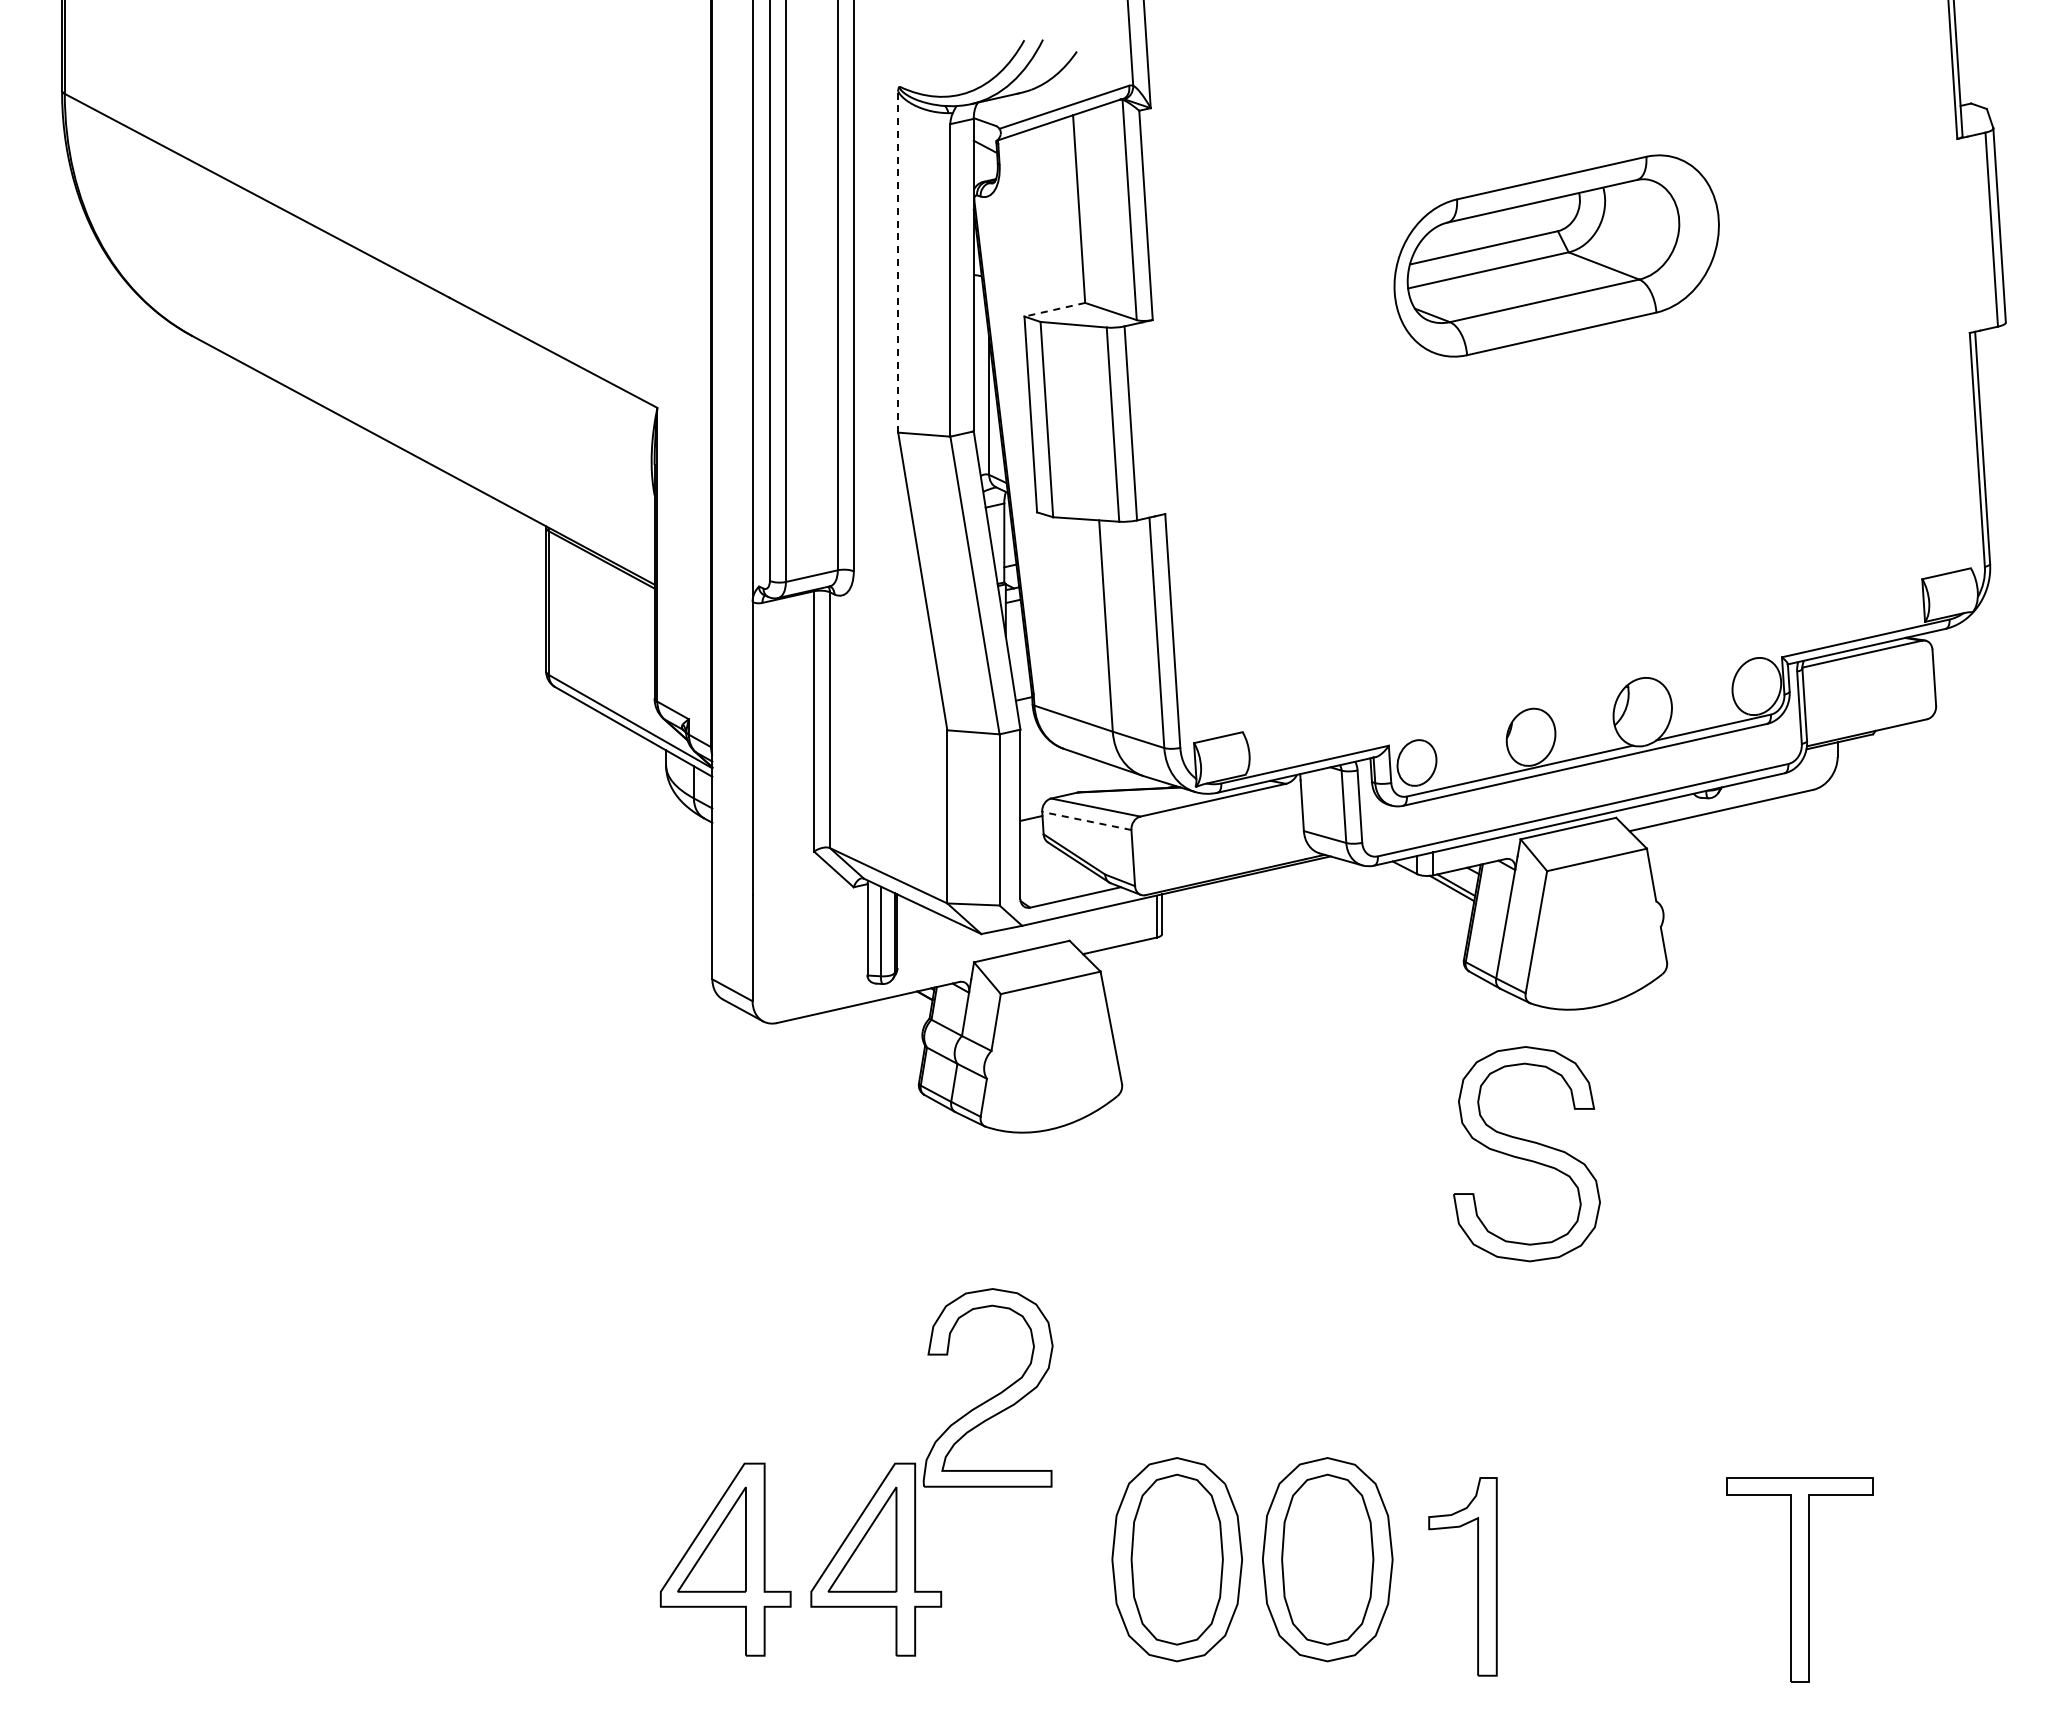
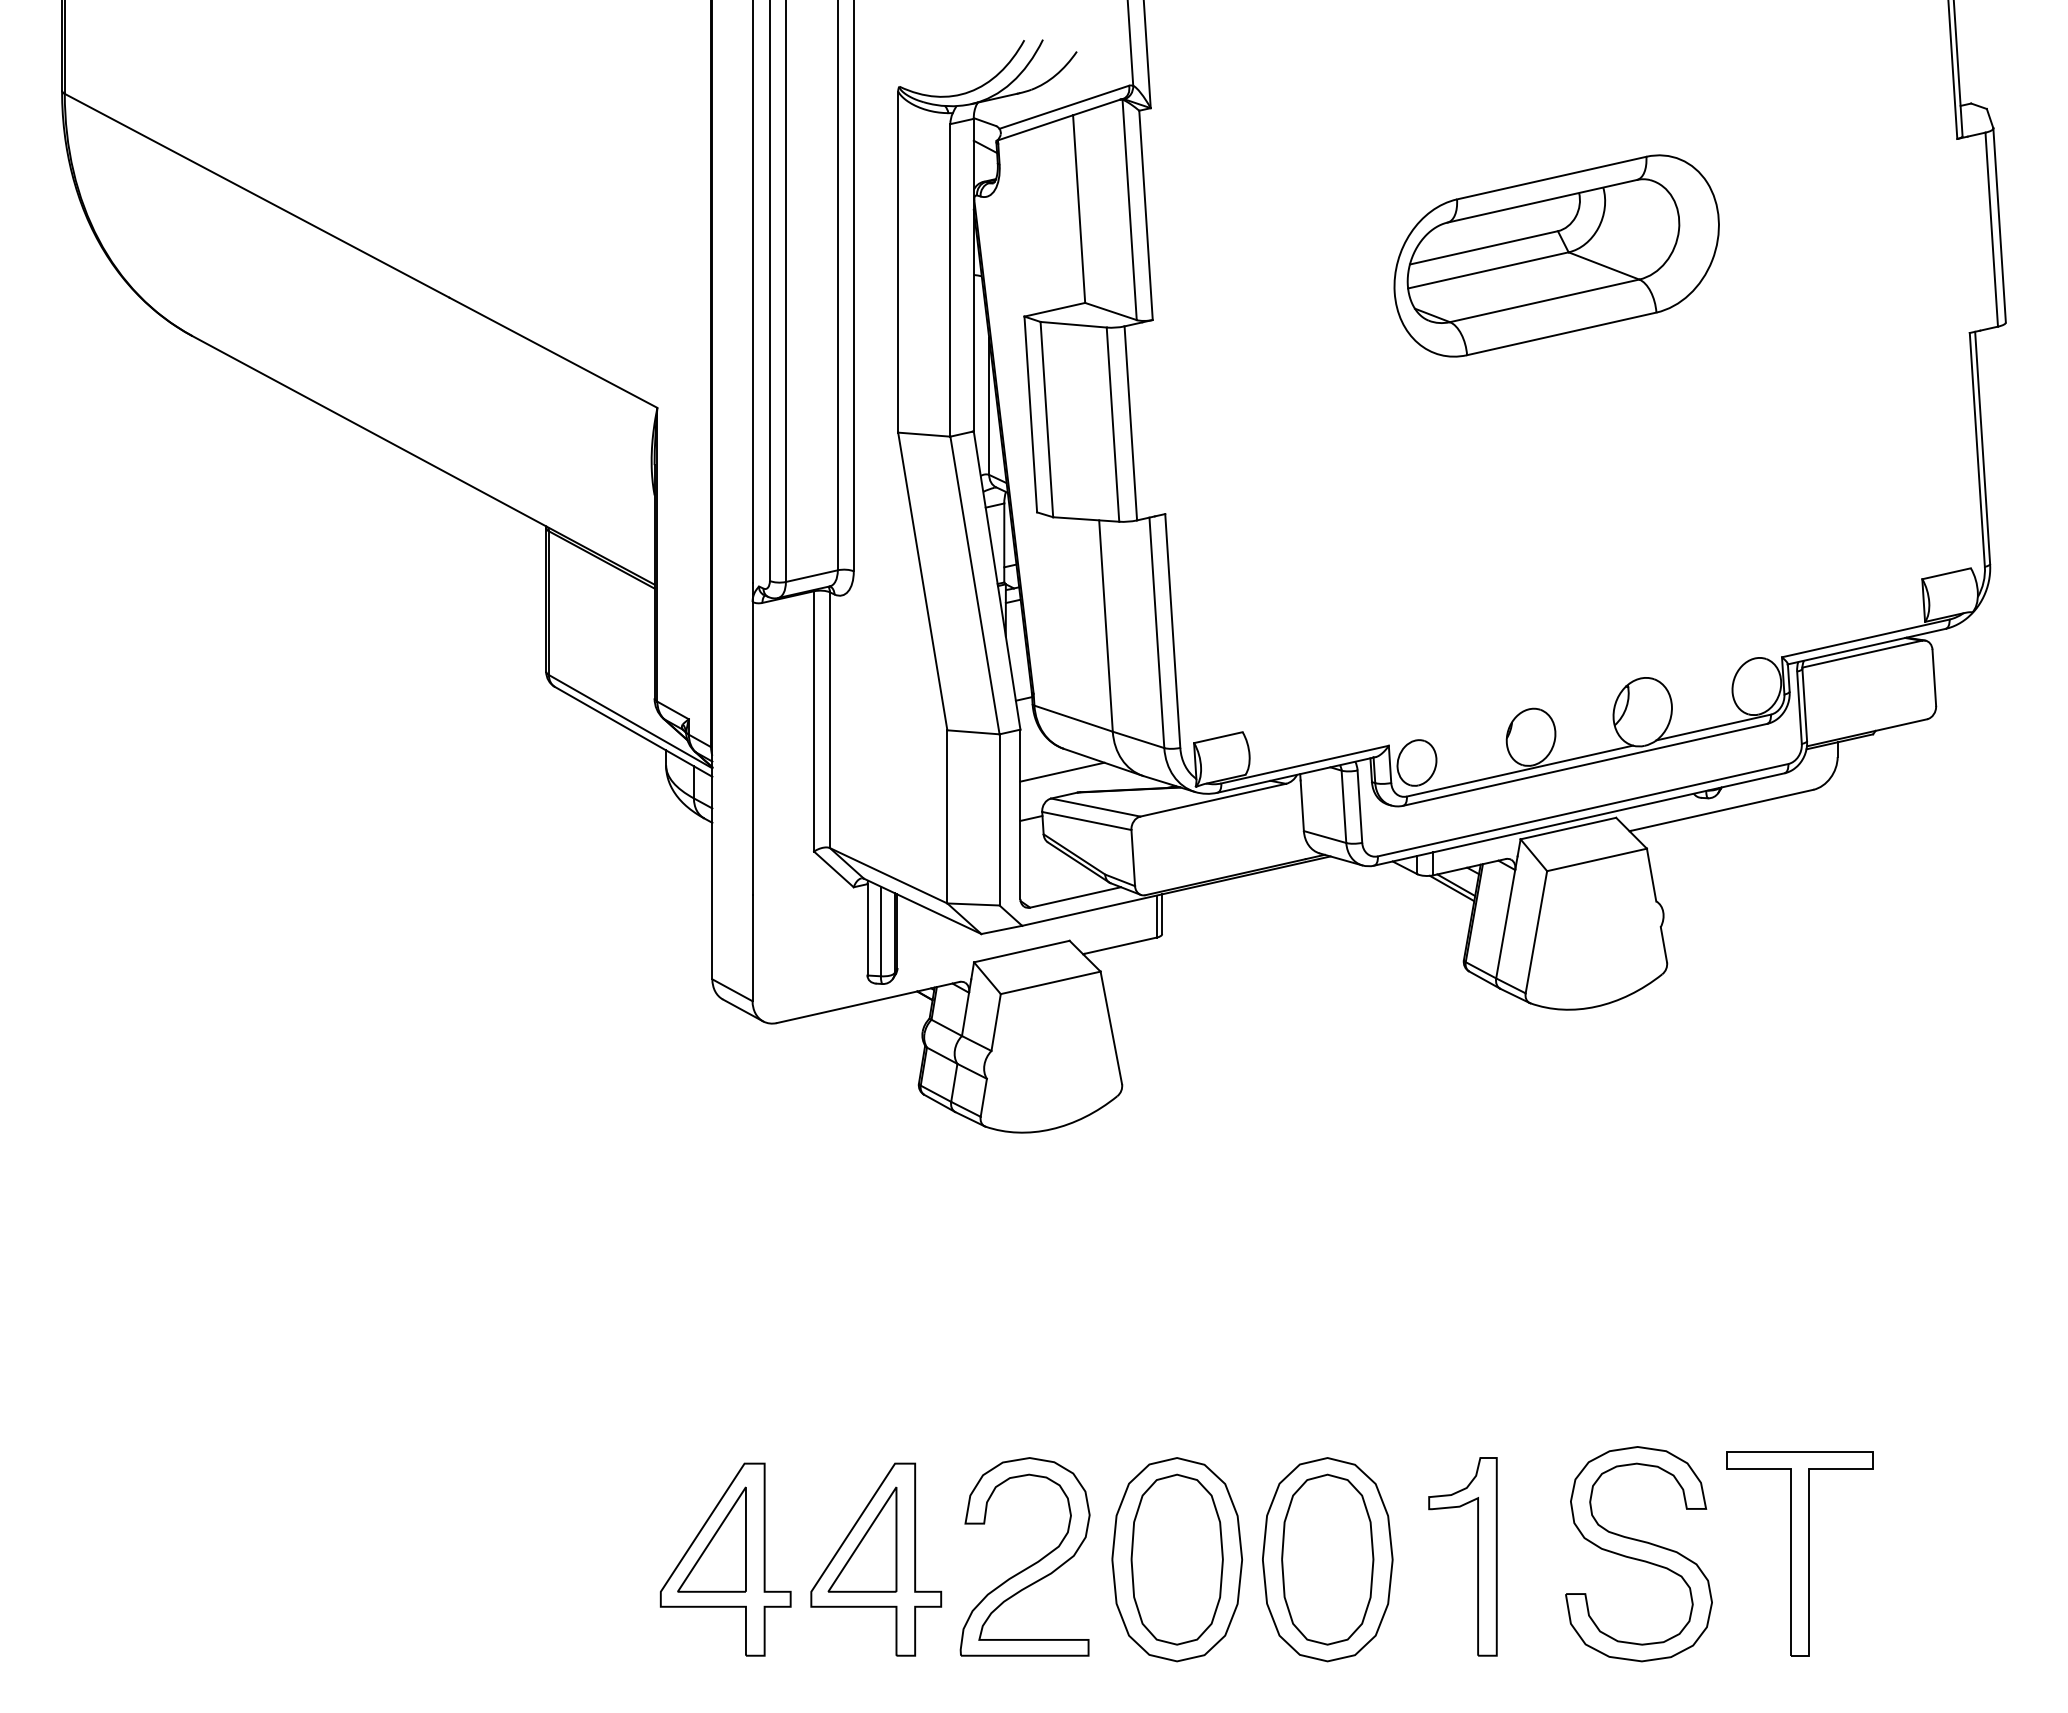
line at (898, 261): dashed -> solid
line at (1054, 309): dashed -> solid
line at (1062, 771): none -> present
line at (1086, 821): dashed -> solid
part at (1526, 1154) position: (1526, 1154) -> (1638, 1554)
part at (992, 1396) position: (992, 1396) -> (1029, 1565)
part at (1477, 1576) position: (1477, 1576) -> (1477, 1556)
part at (1799, 1579) position: (1799, 1579) -> (1799, 1553)
